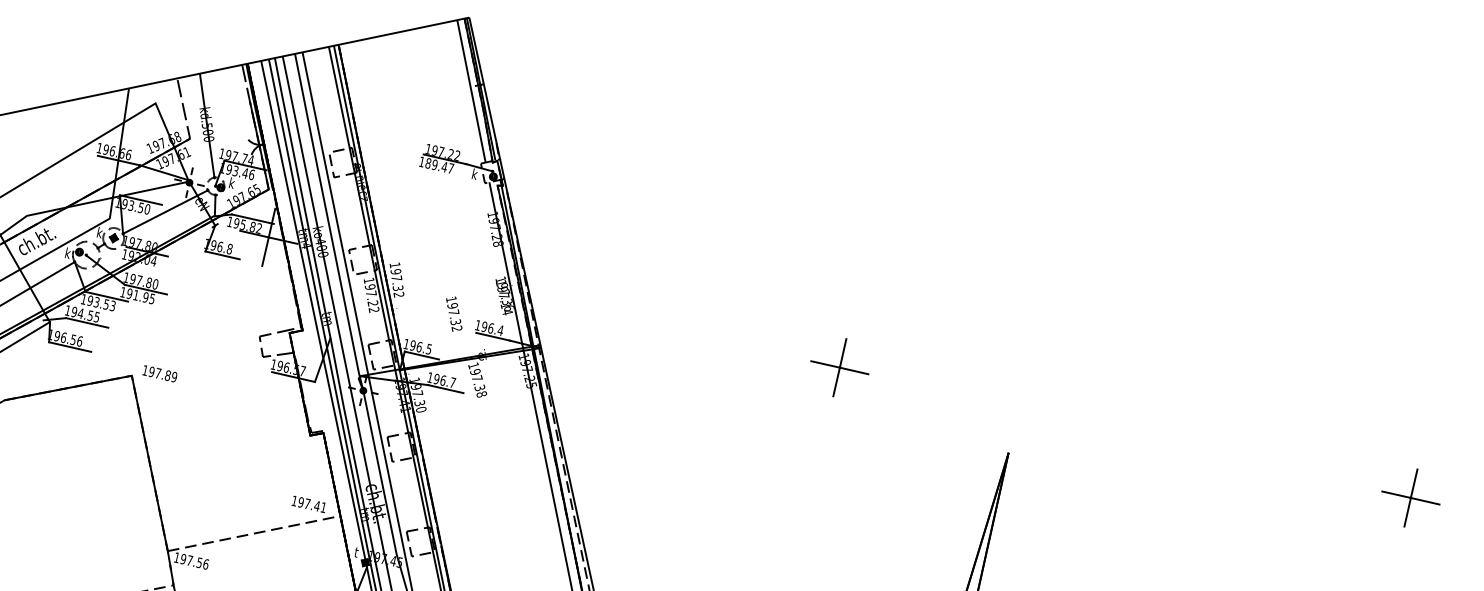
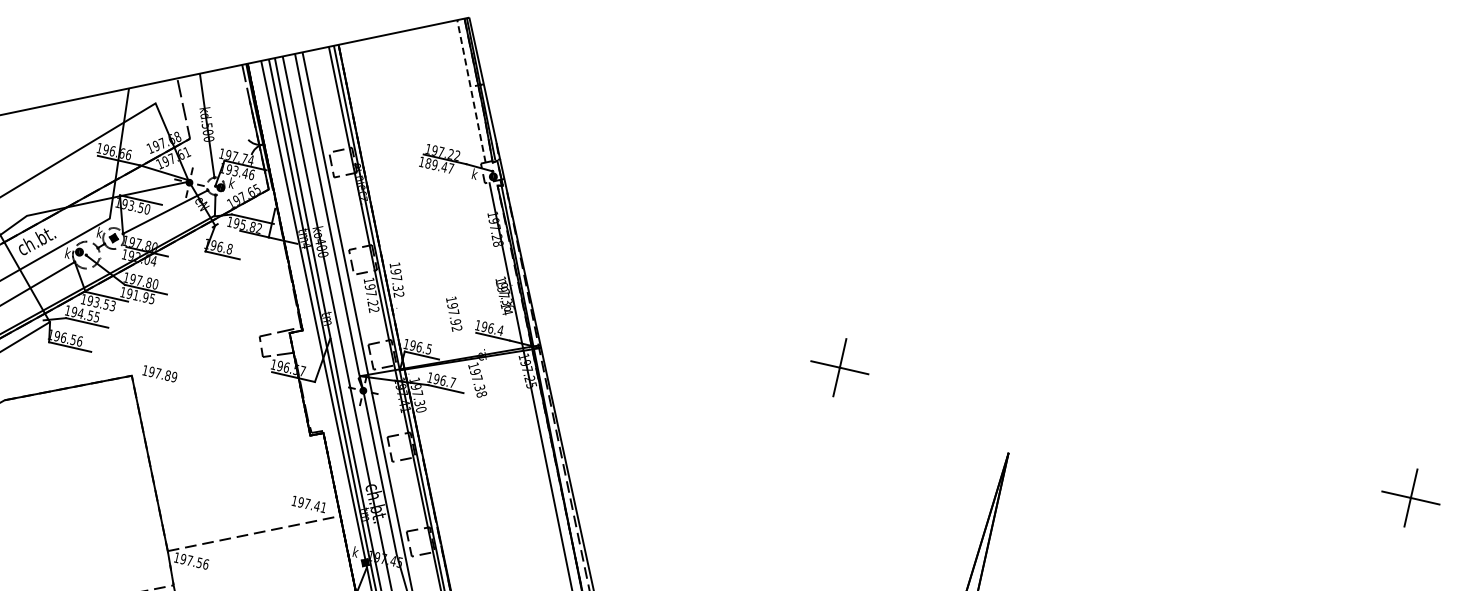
line at (471, 91): solid -> dashed
line at (265, 251): present -> none
text at (455, 322): 197.32 -> 197.92
text at (355, 551): t -> k
